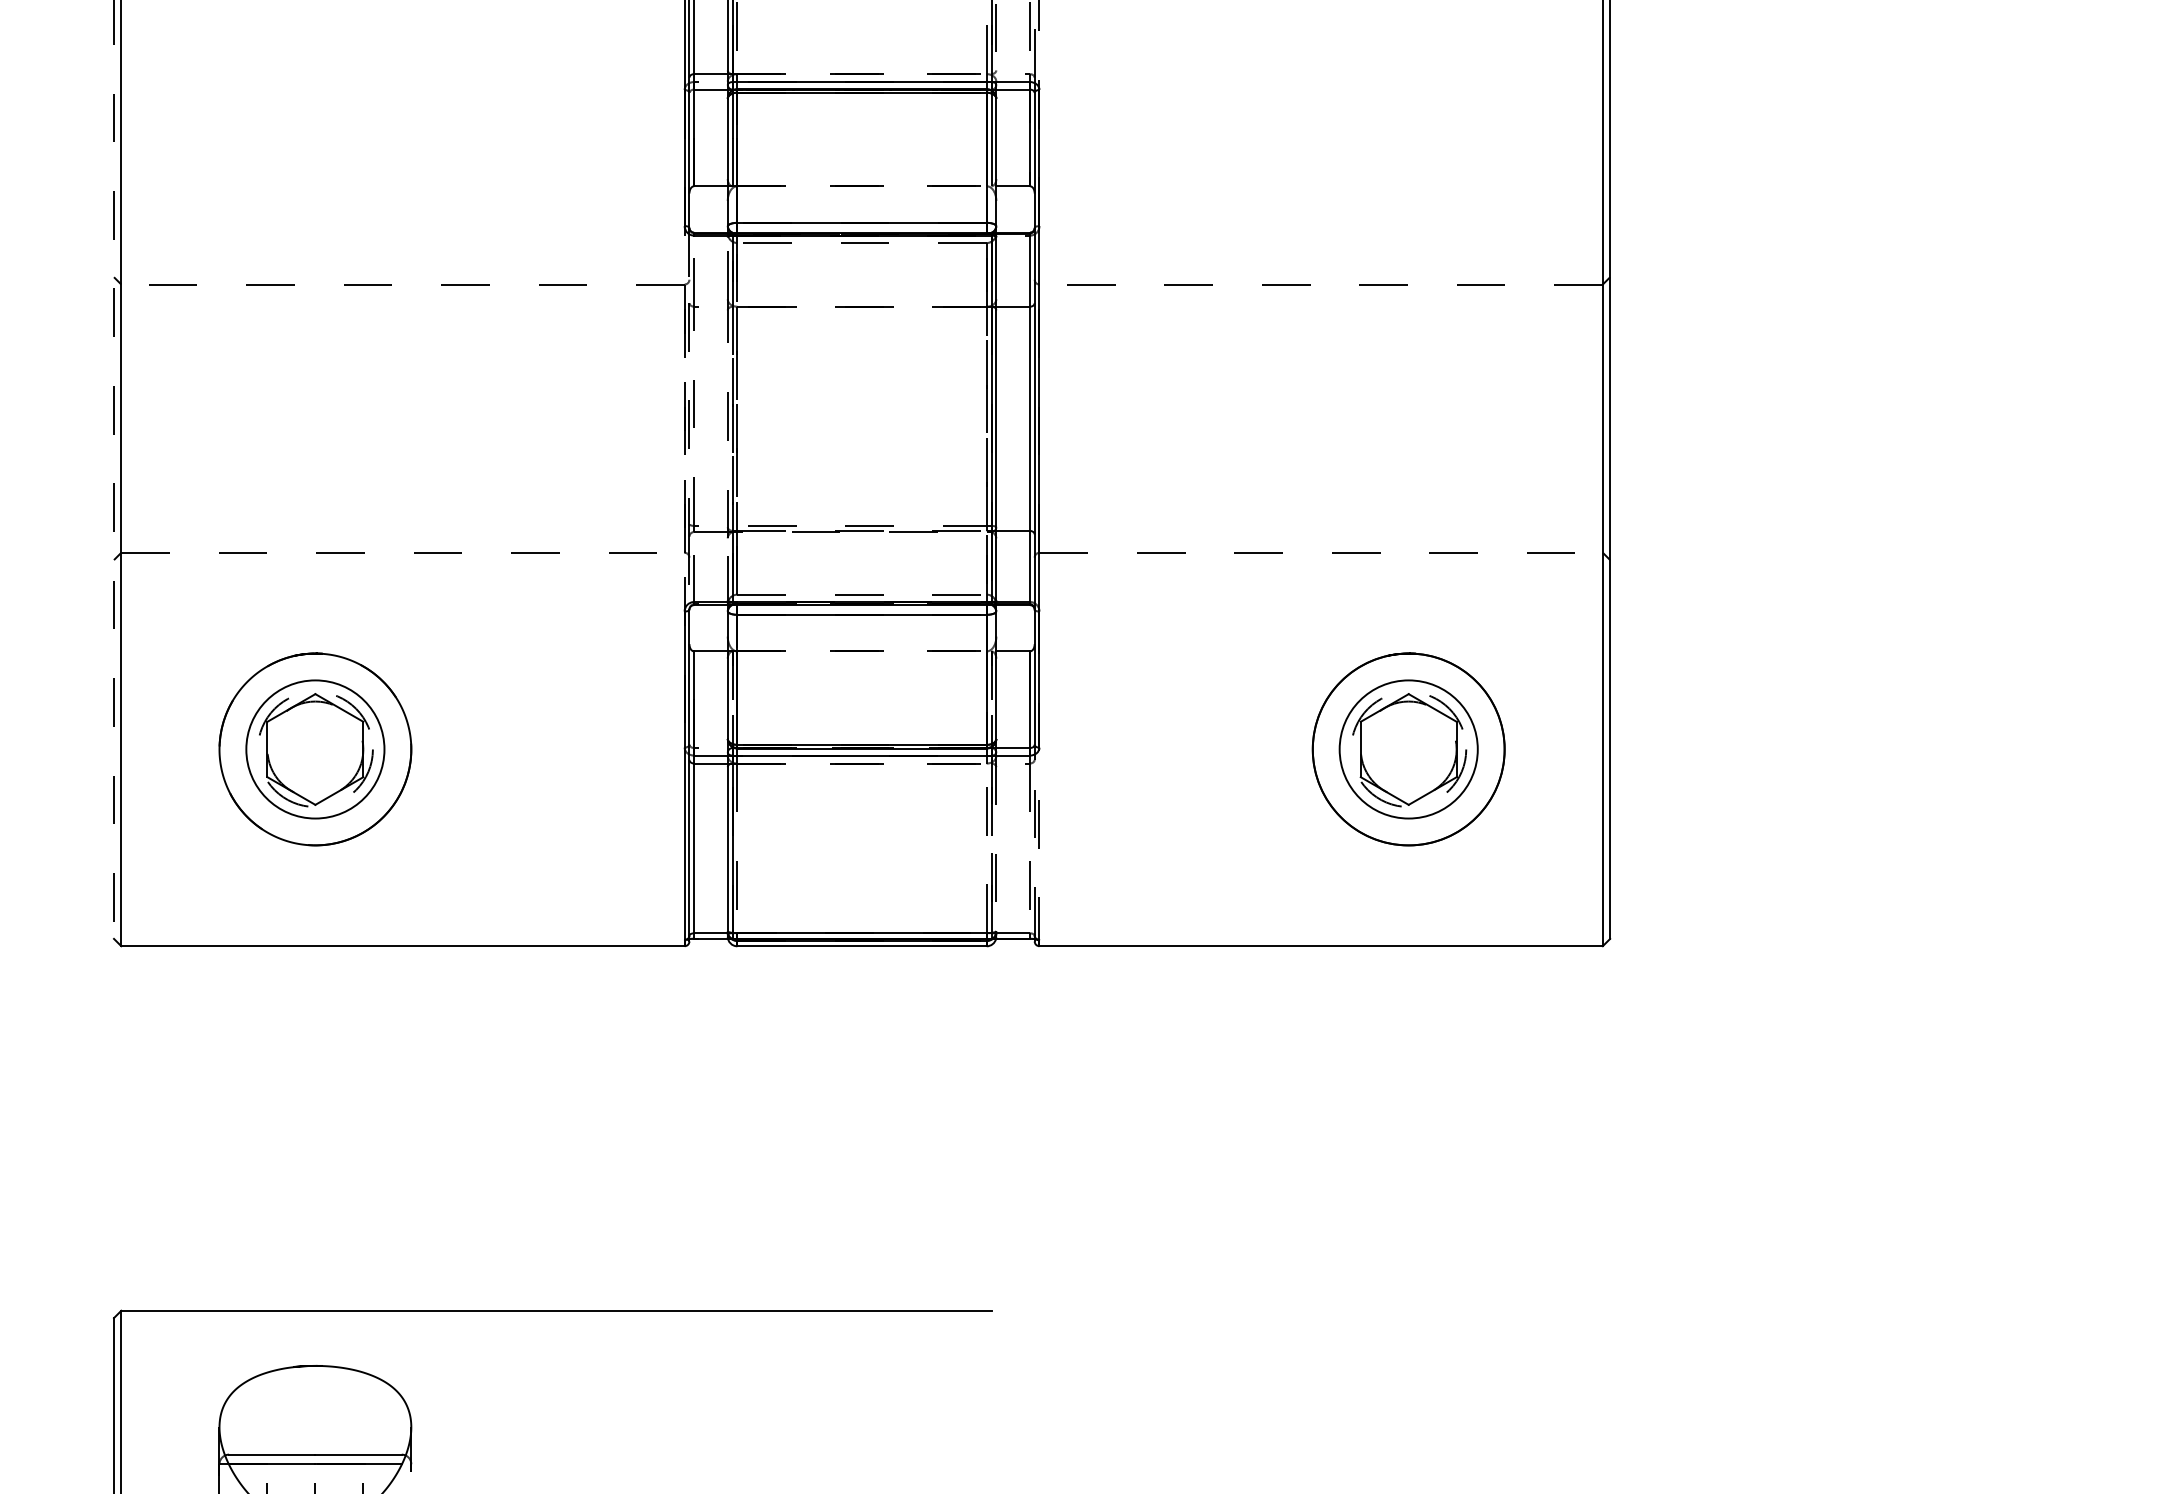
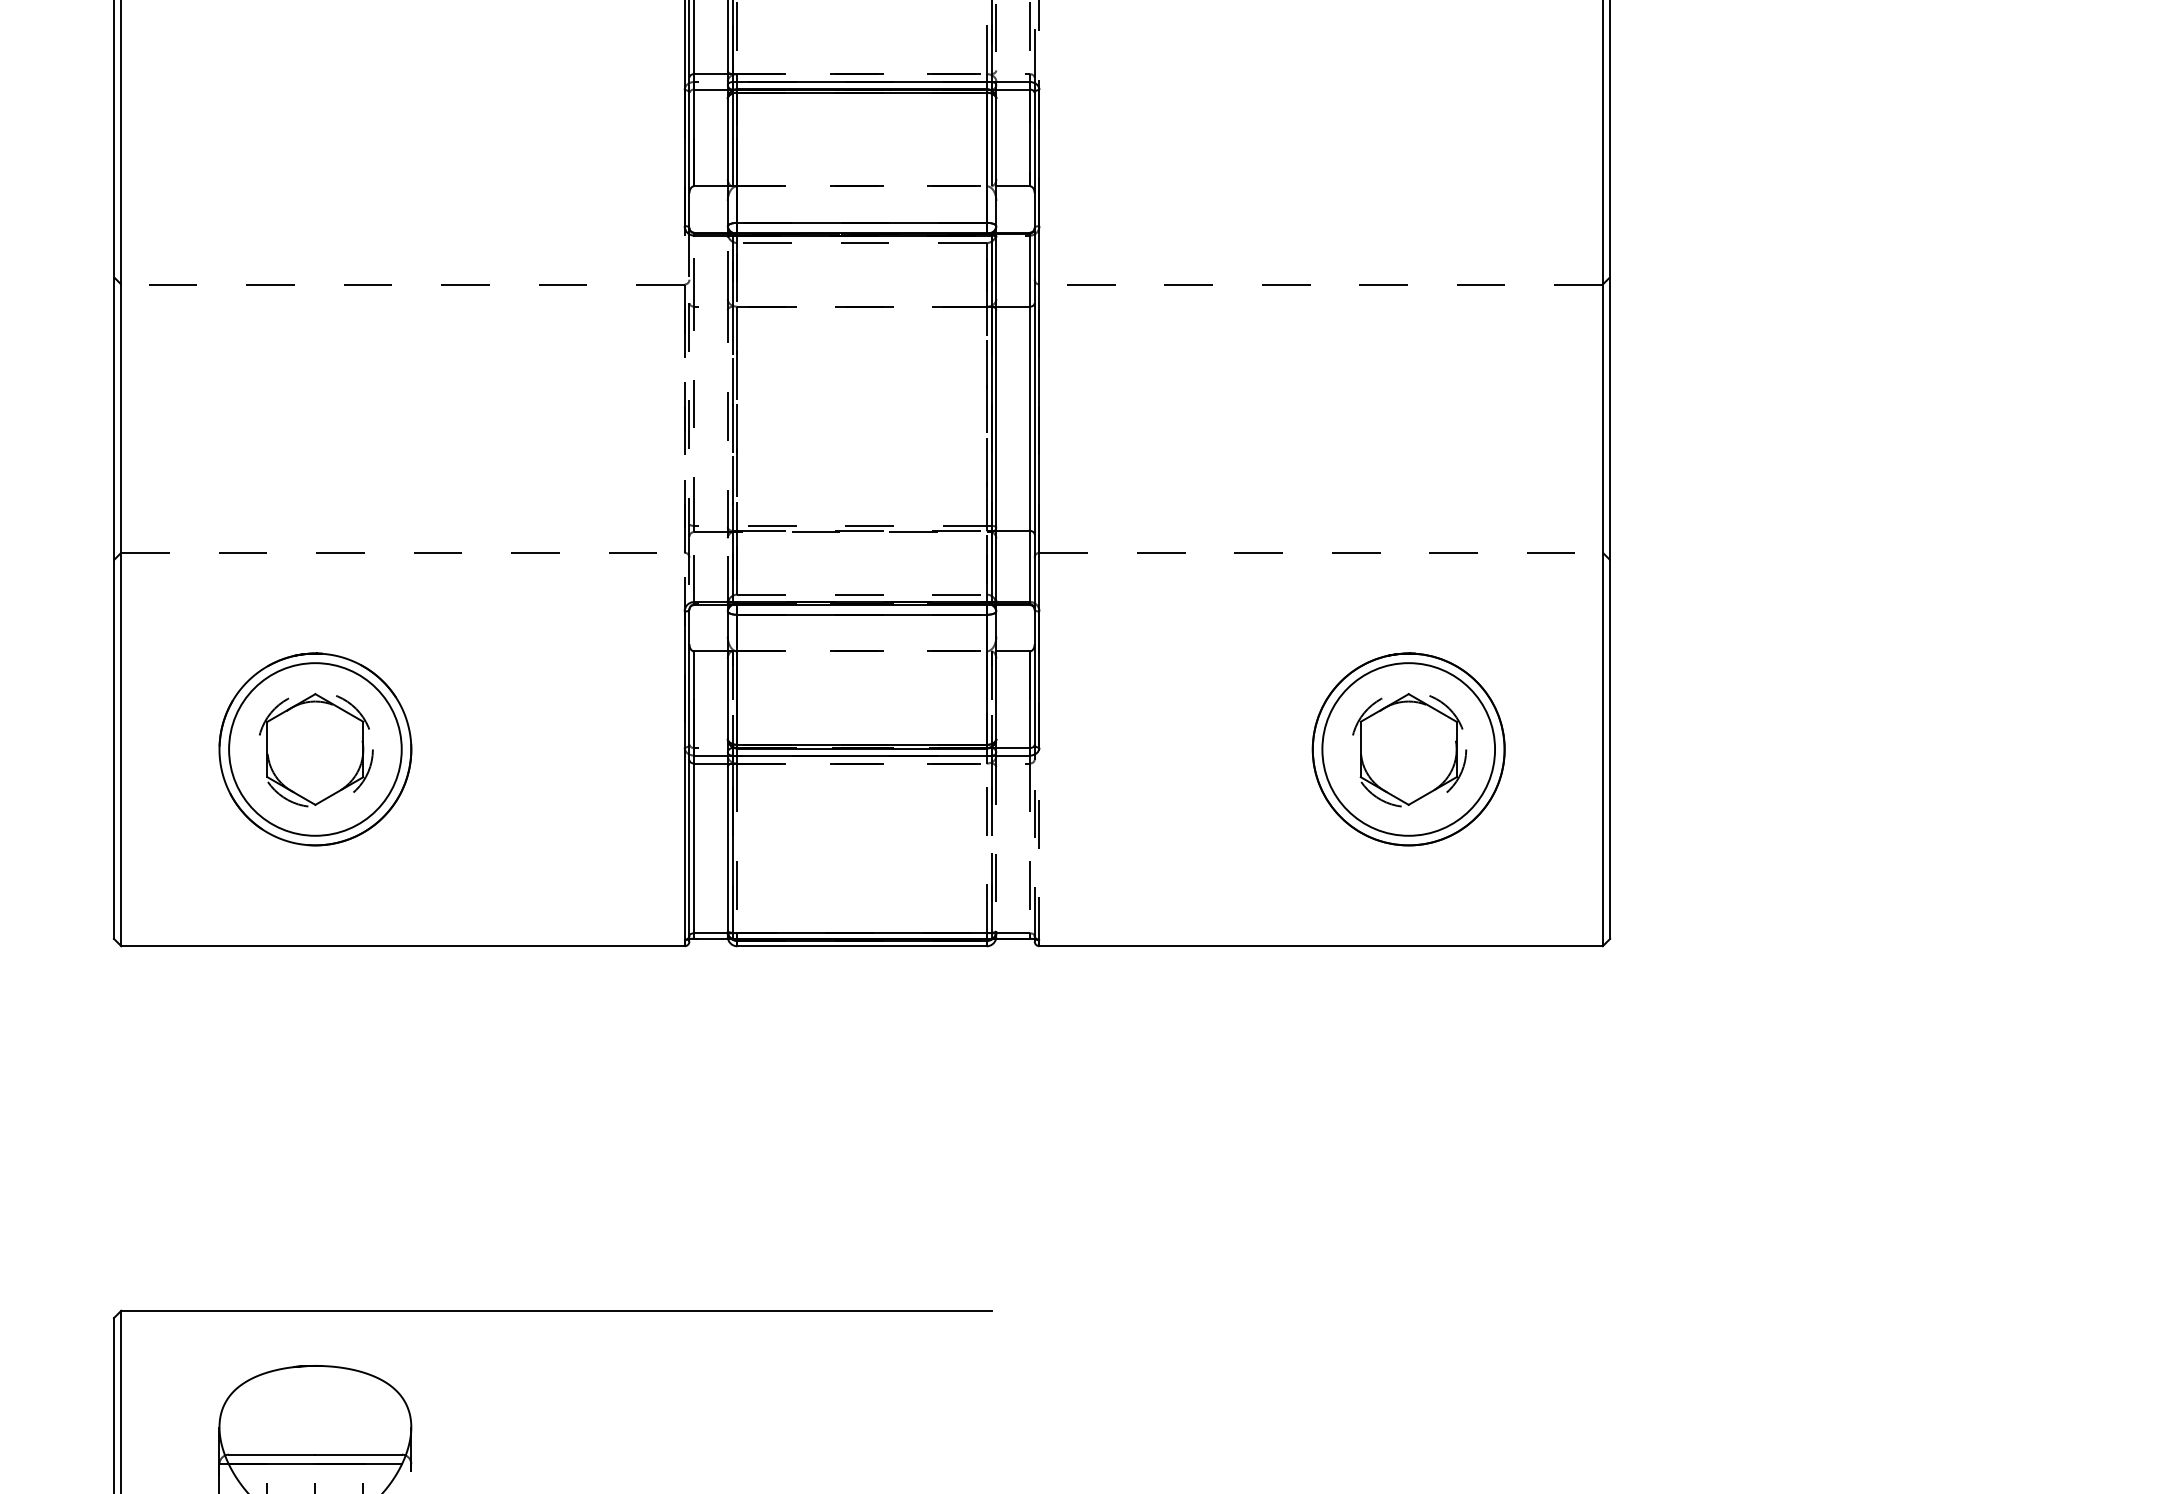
line at (114, 470): dashed -> solid
circle at (315, 749) diameter: 138 px -> 173 px
circle at (1408, 749) diameter: 138 px -> 173 px
